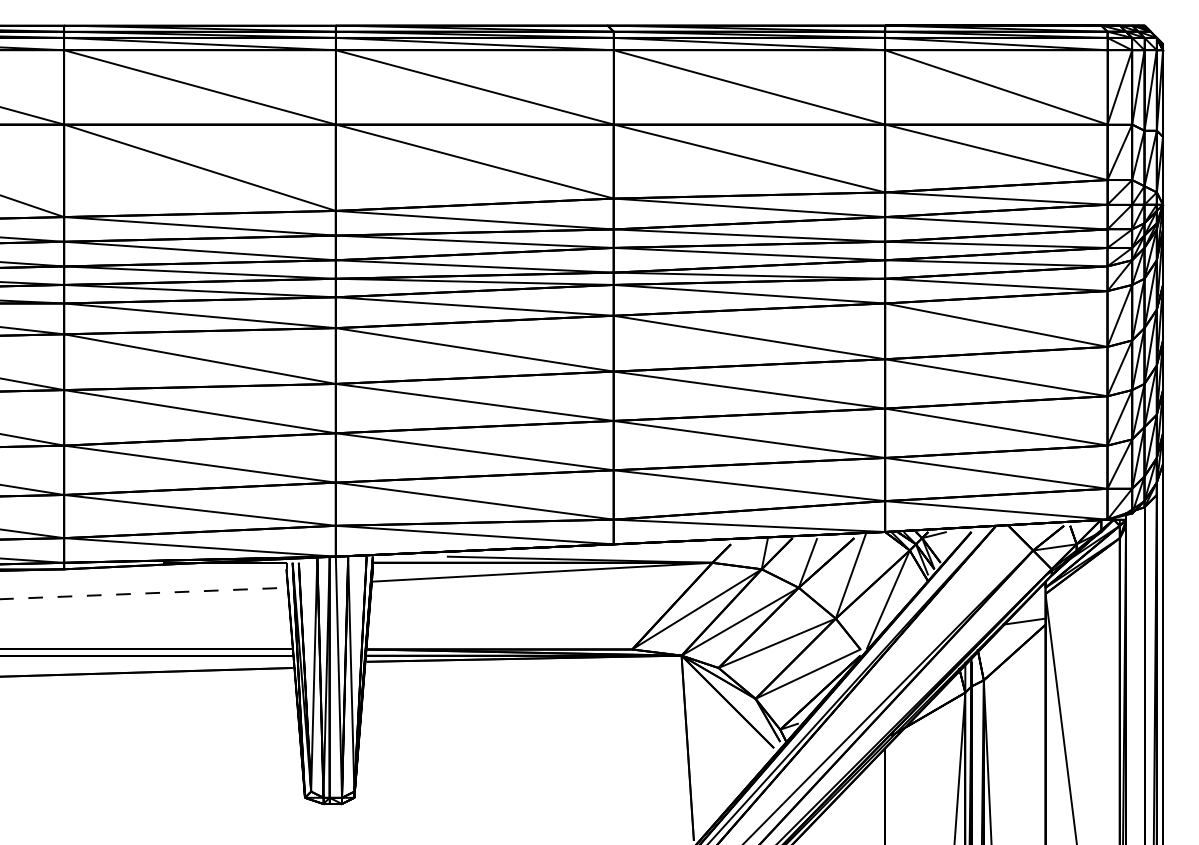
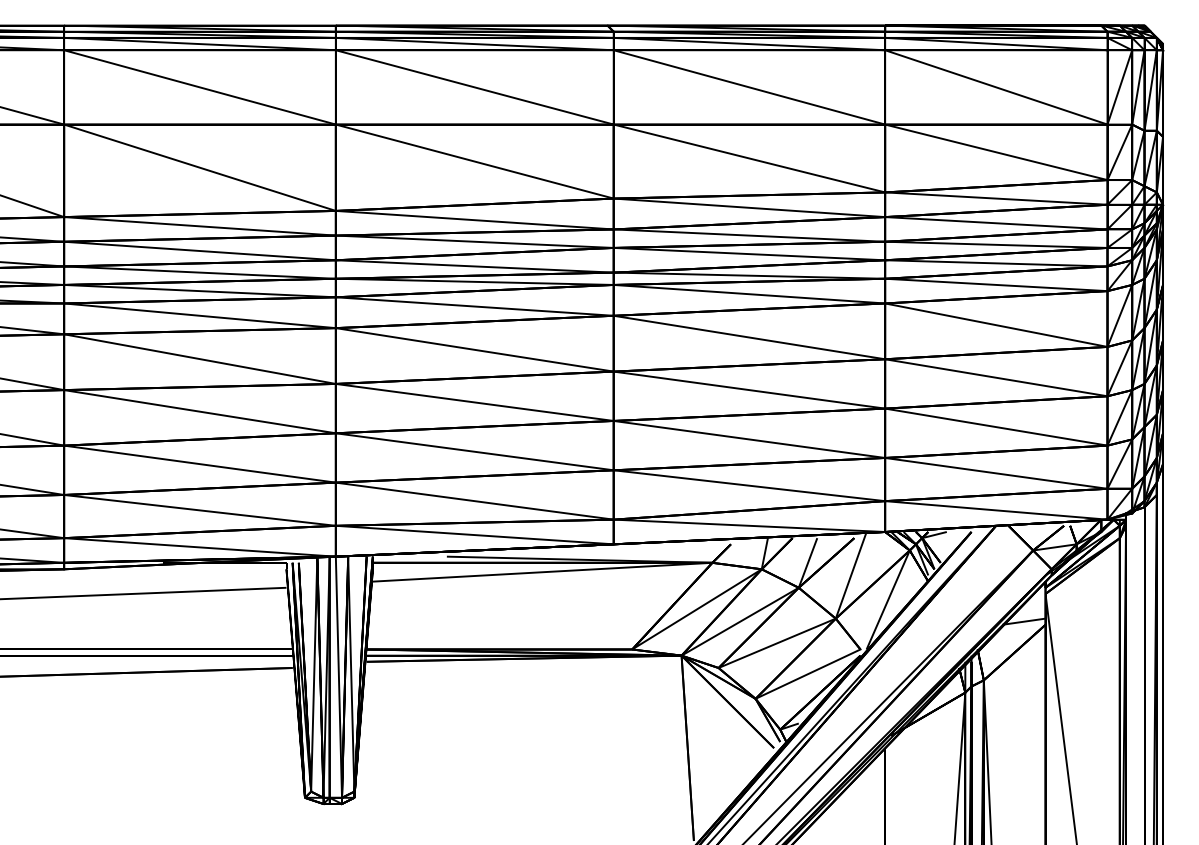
line at (143, 593): dashed -> solid
